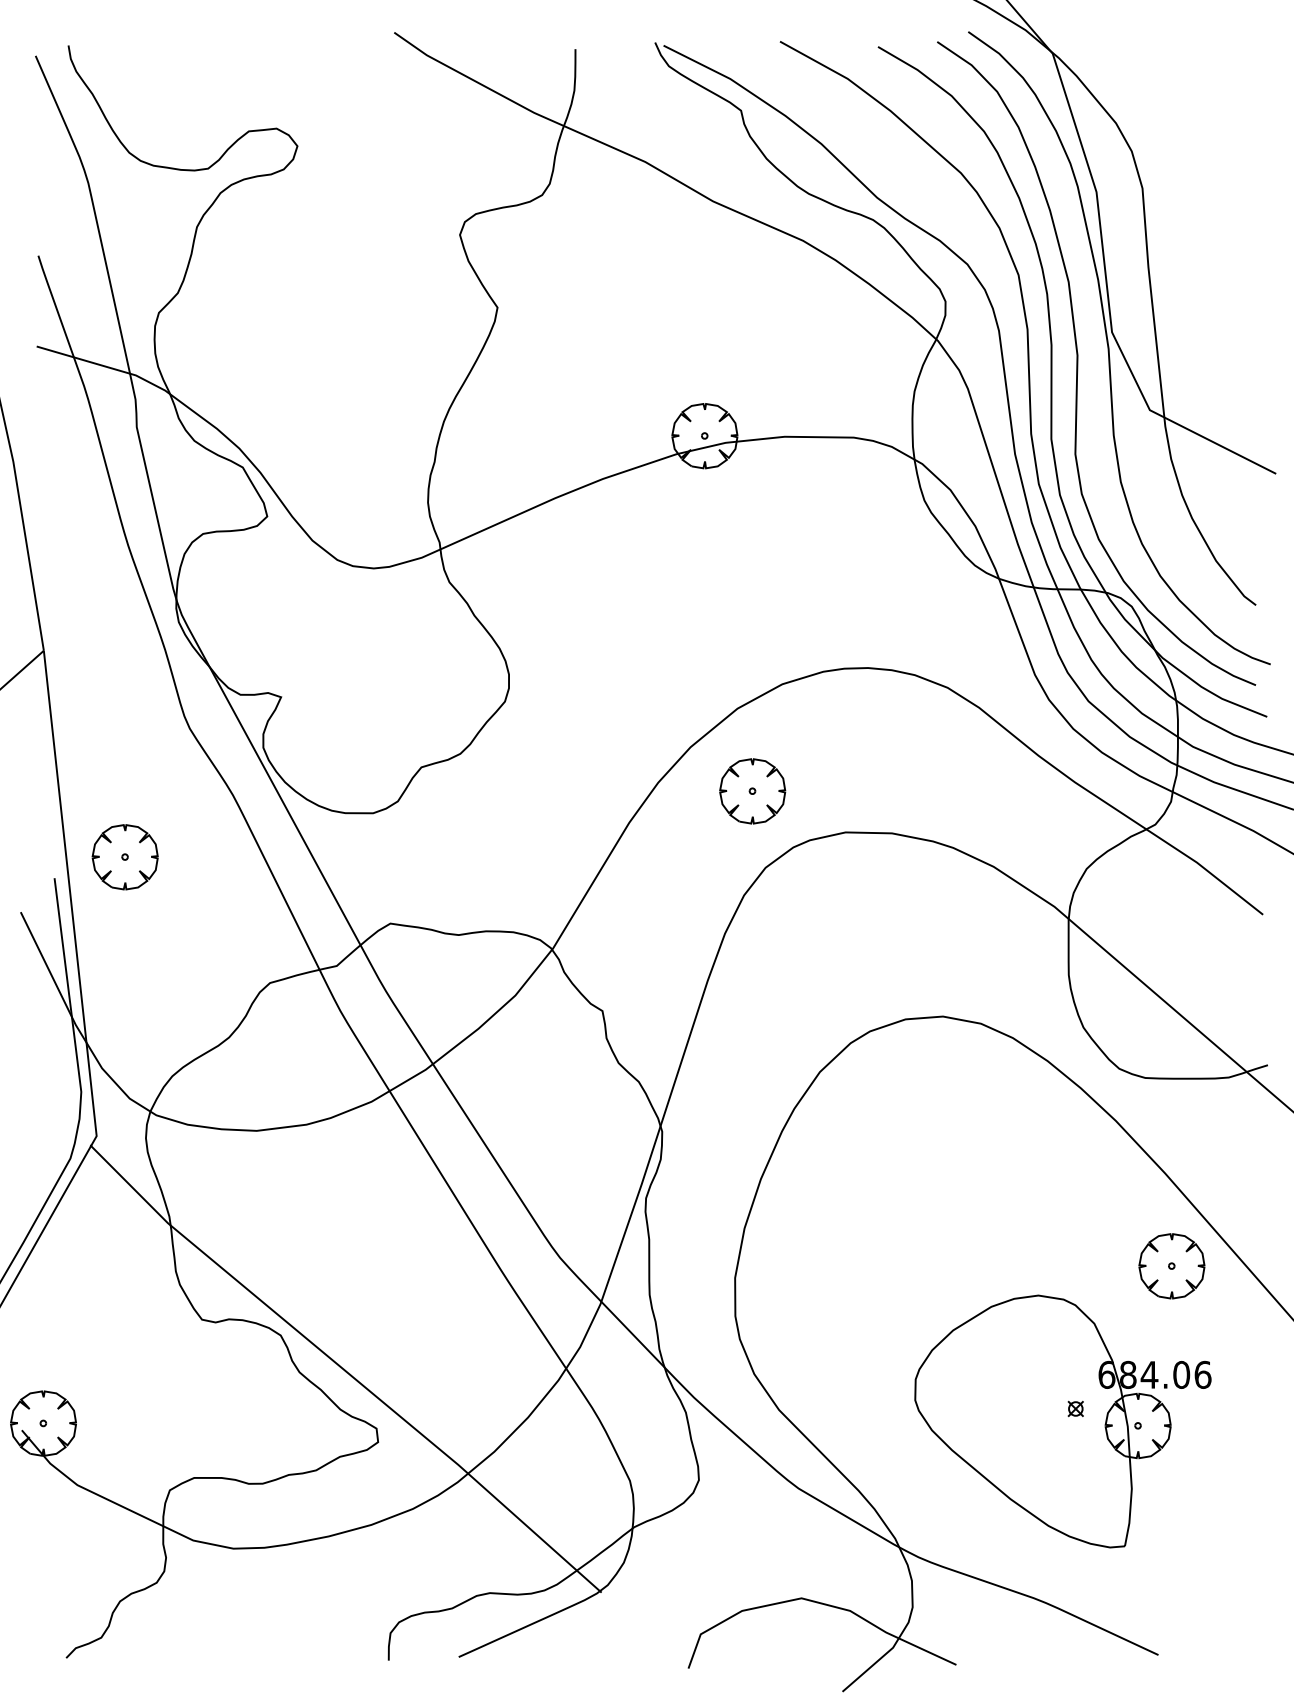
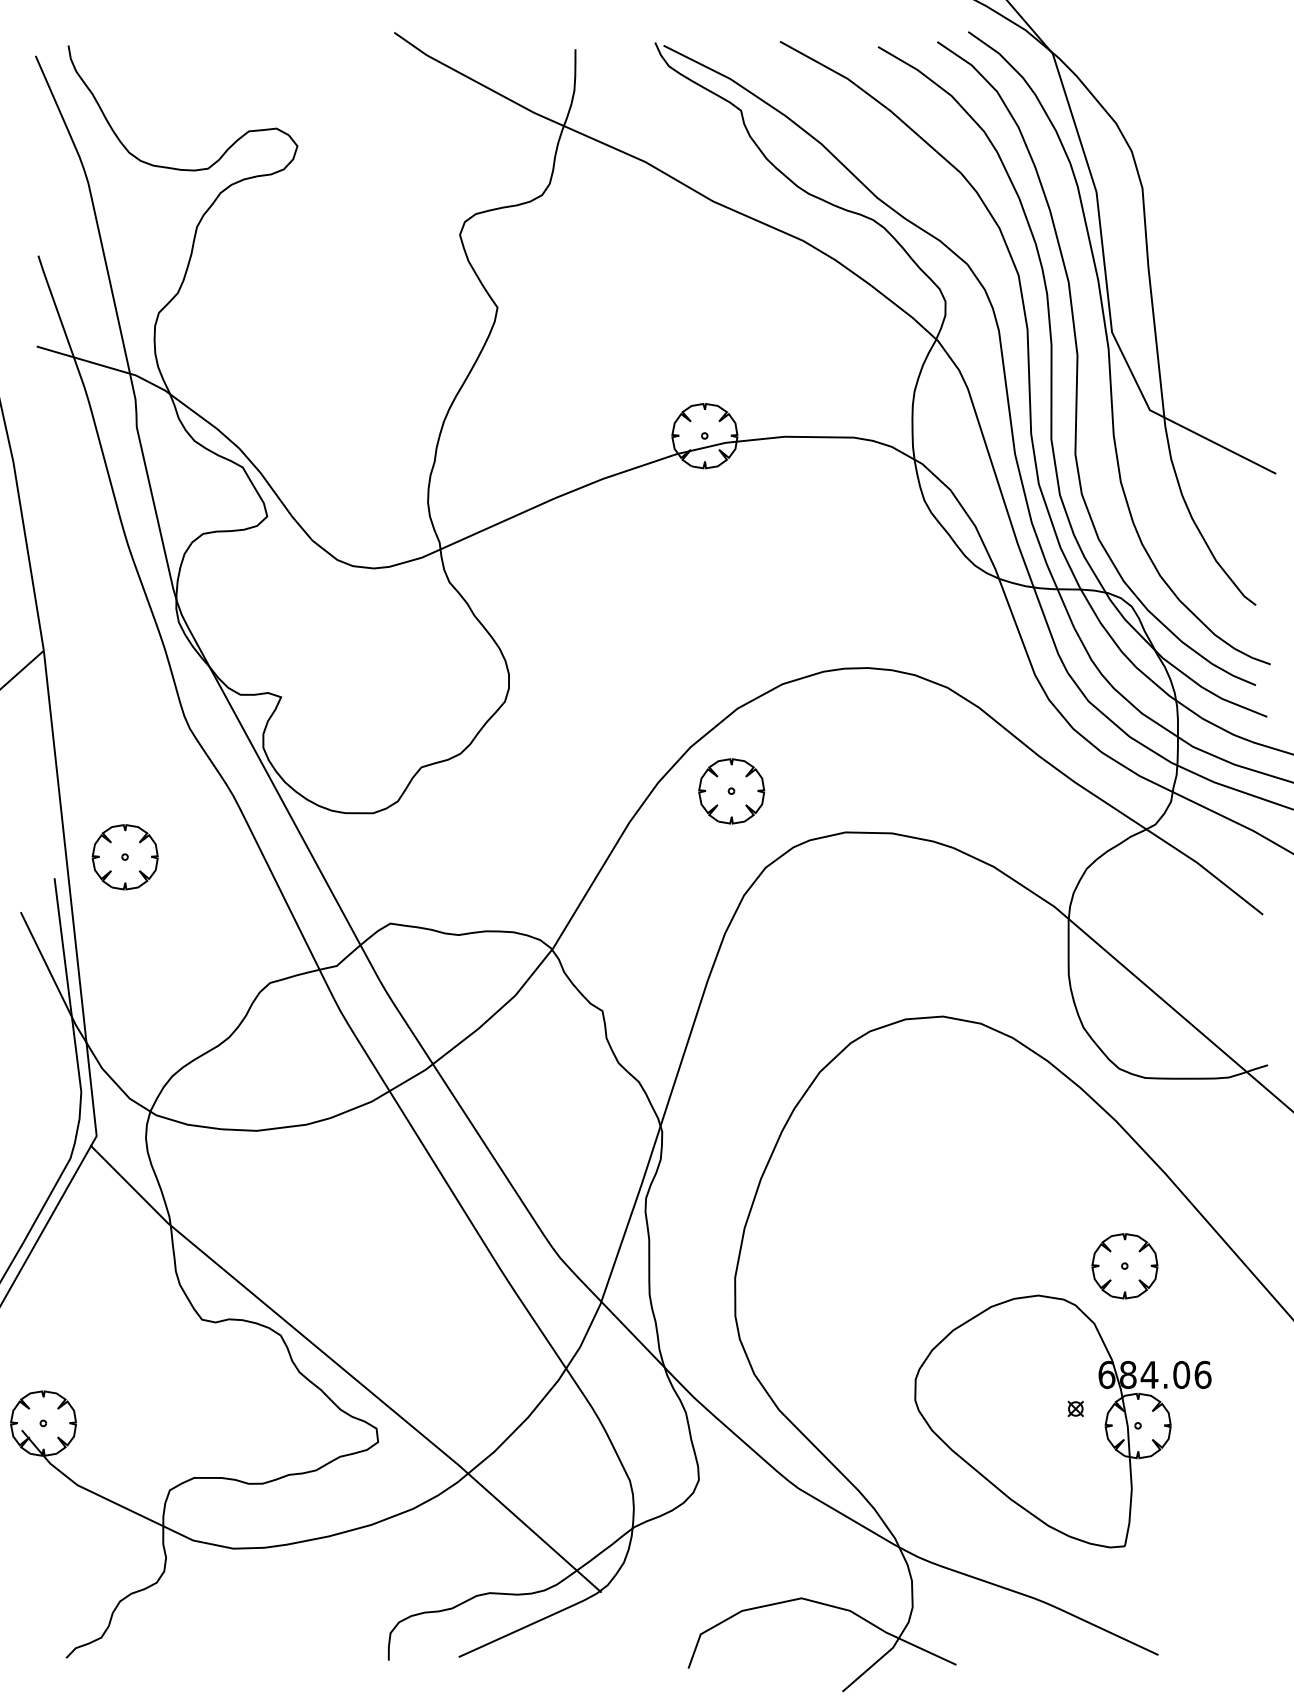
part at (752, 791) position: (752, 791) -> (731, 791)
part at (1171, 1266) position: (1171, 1266) -> (1124, 1266)
